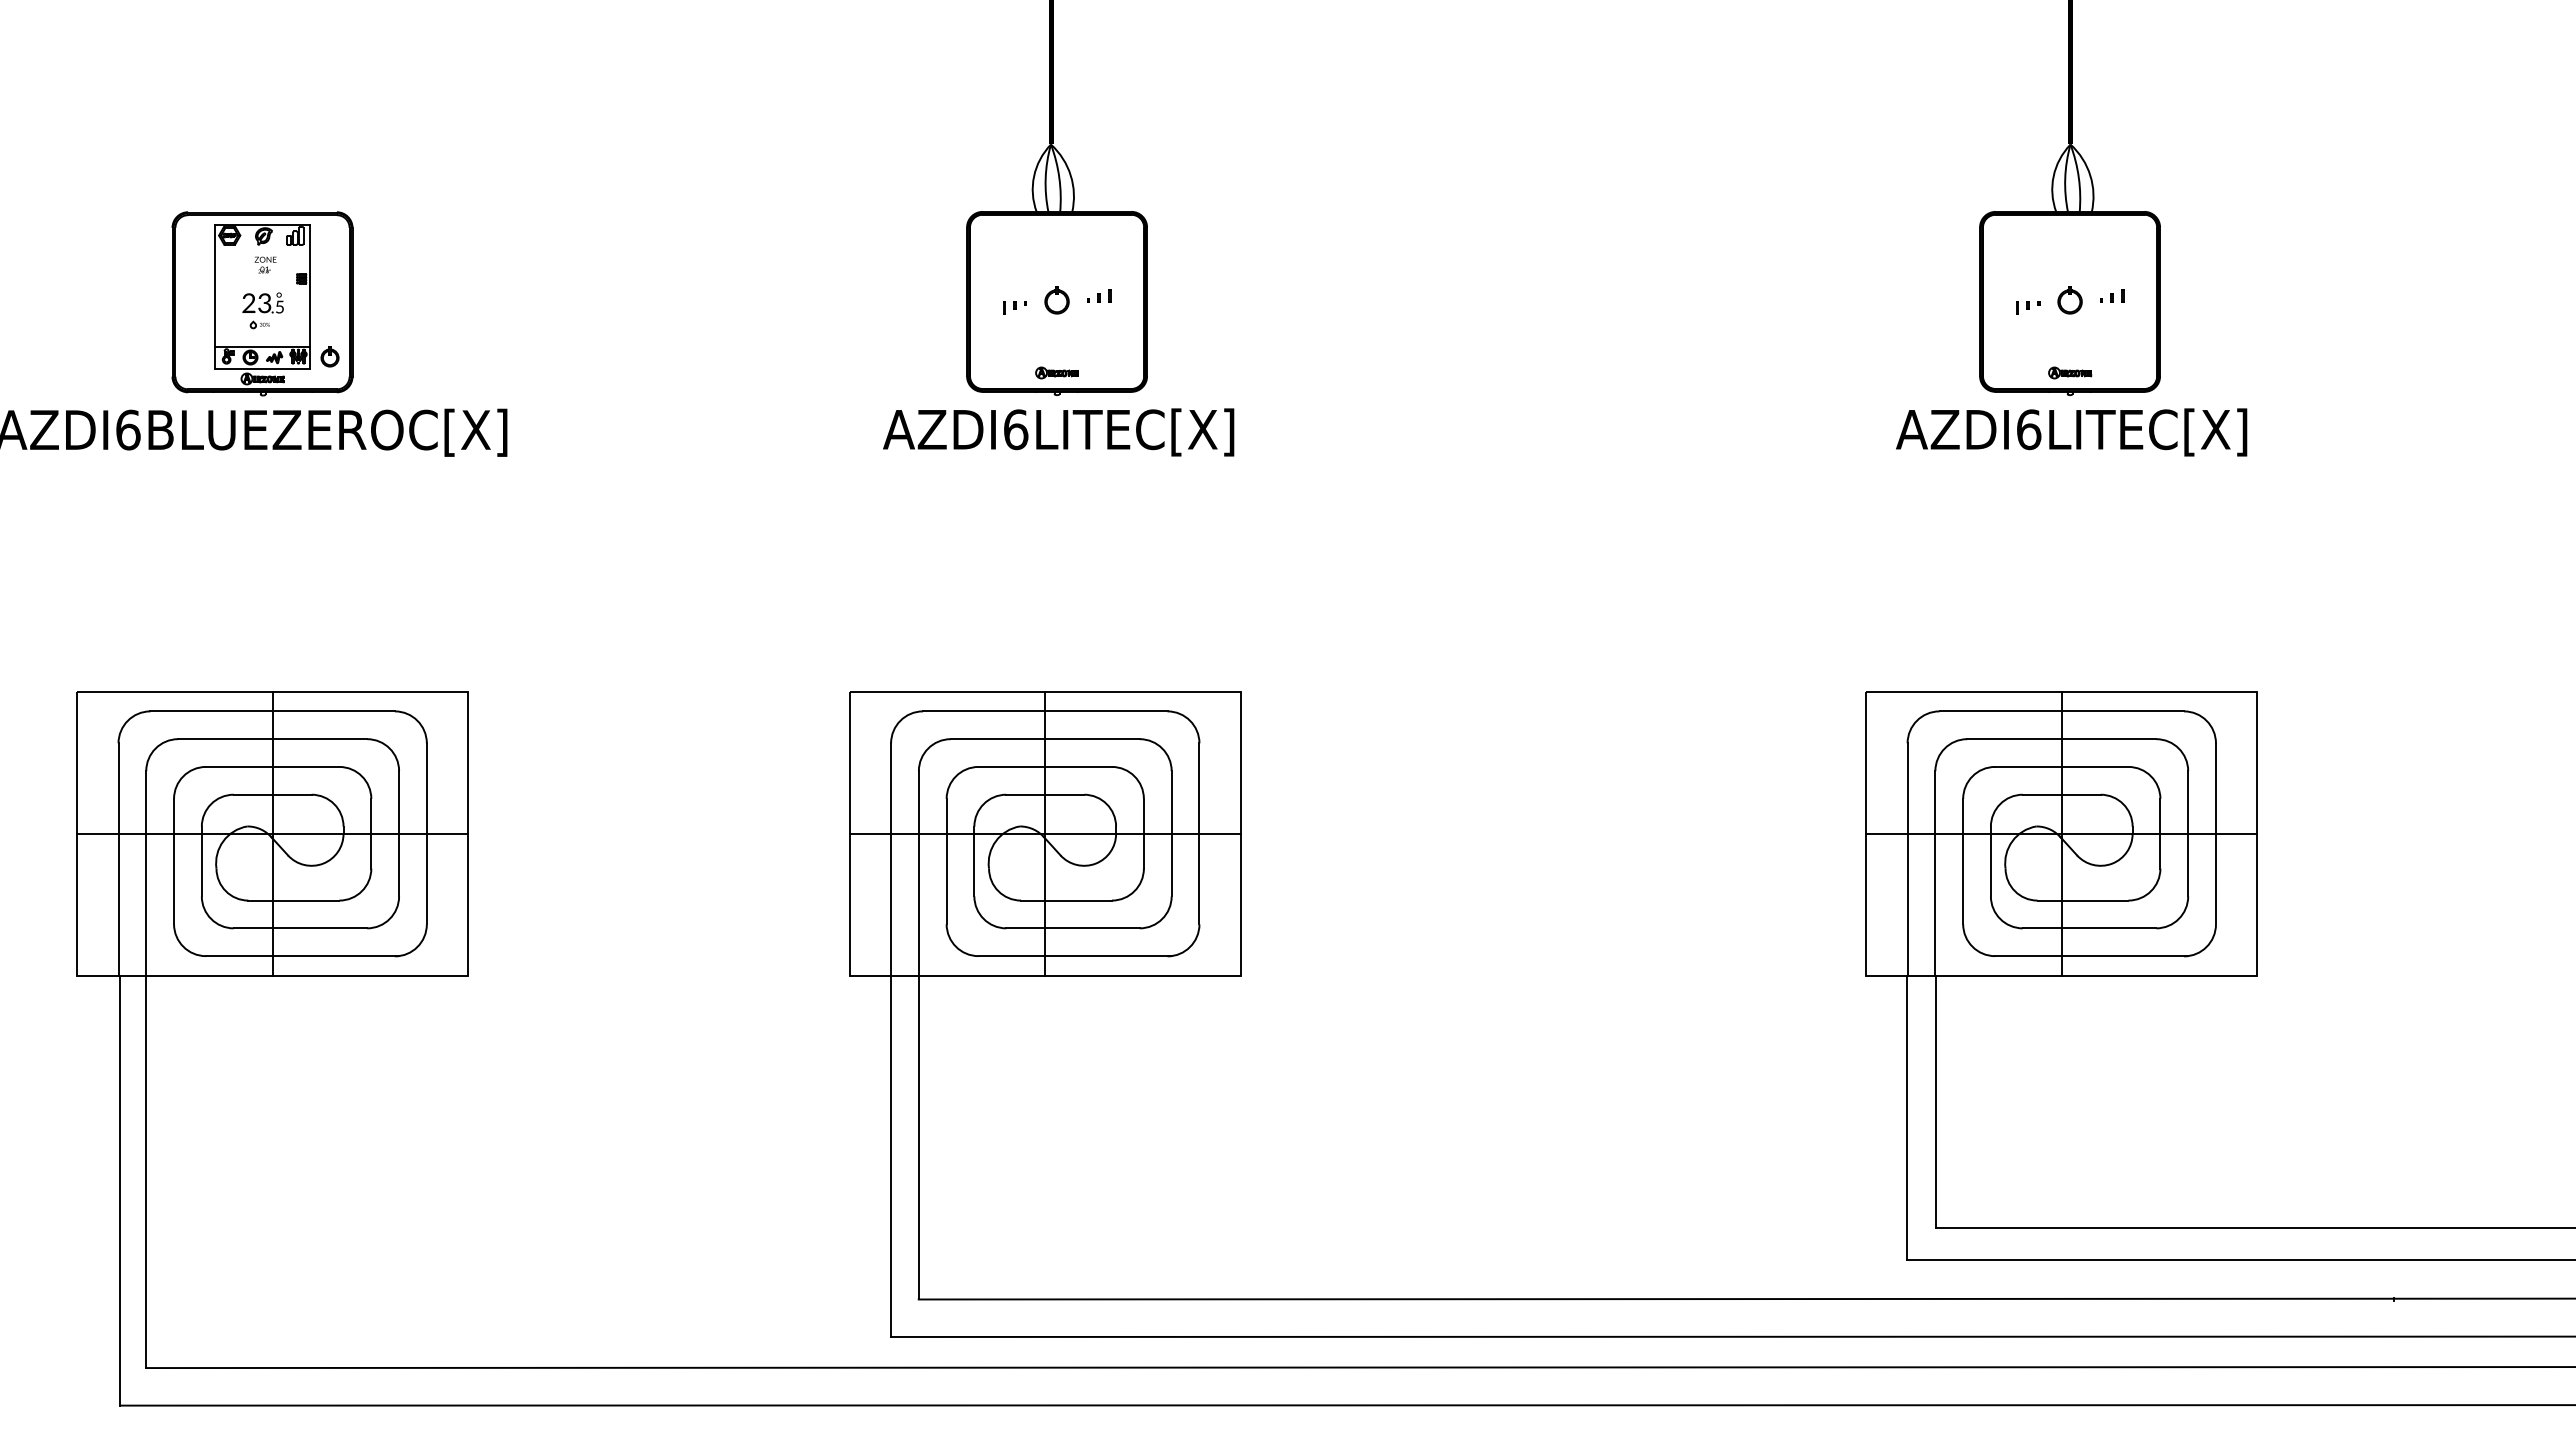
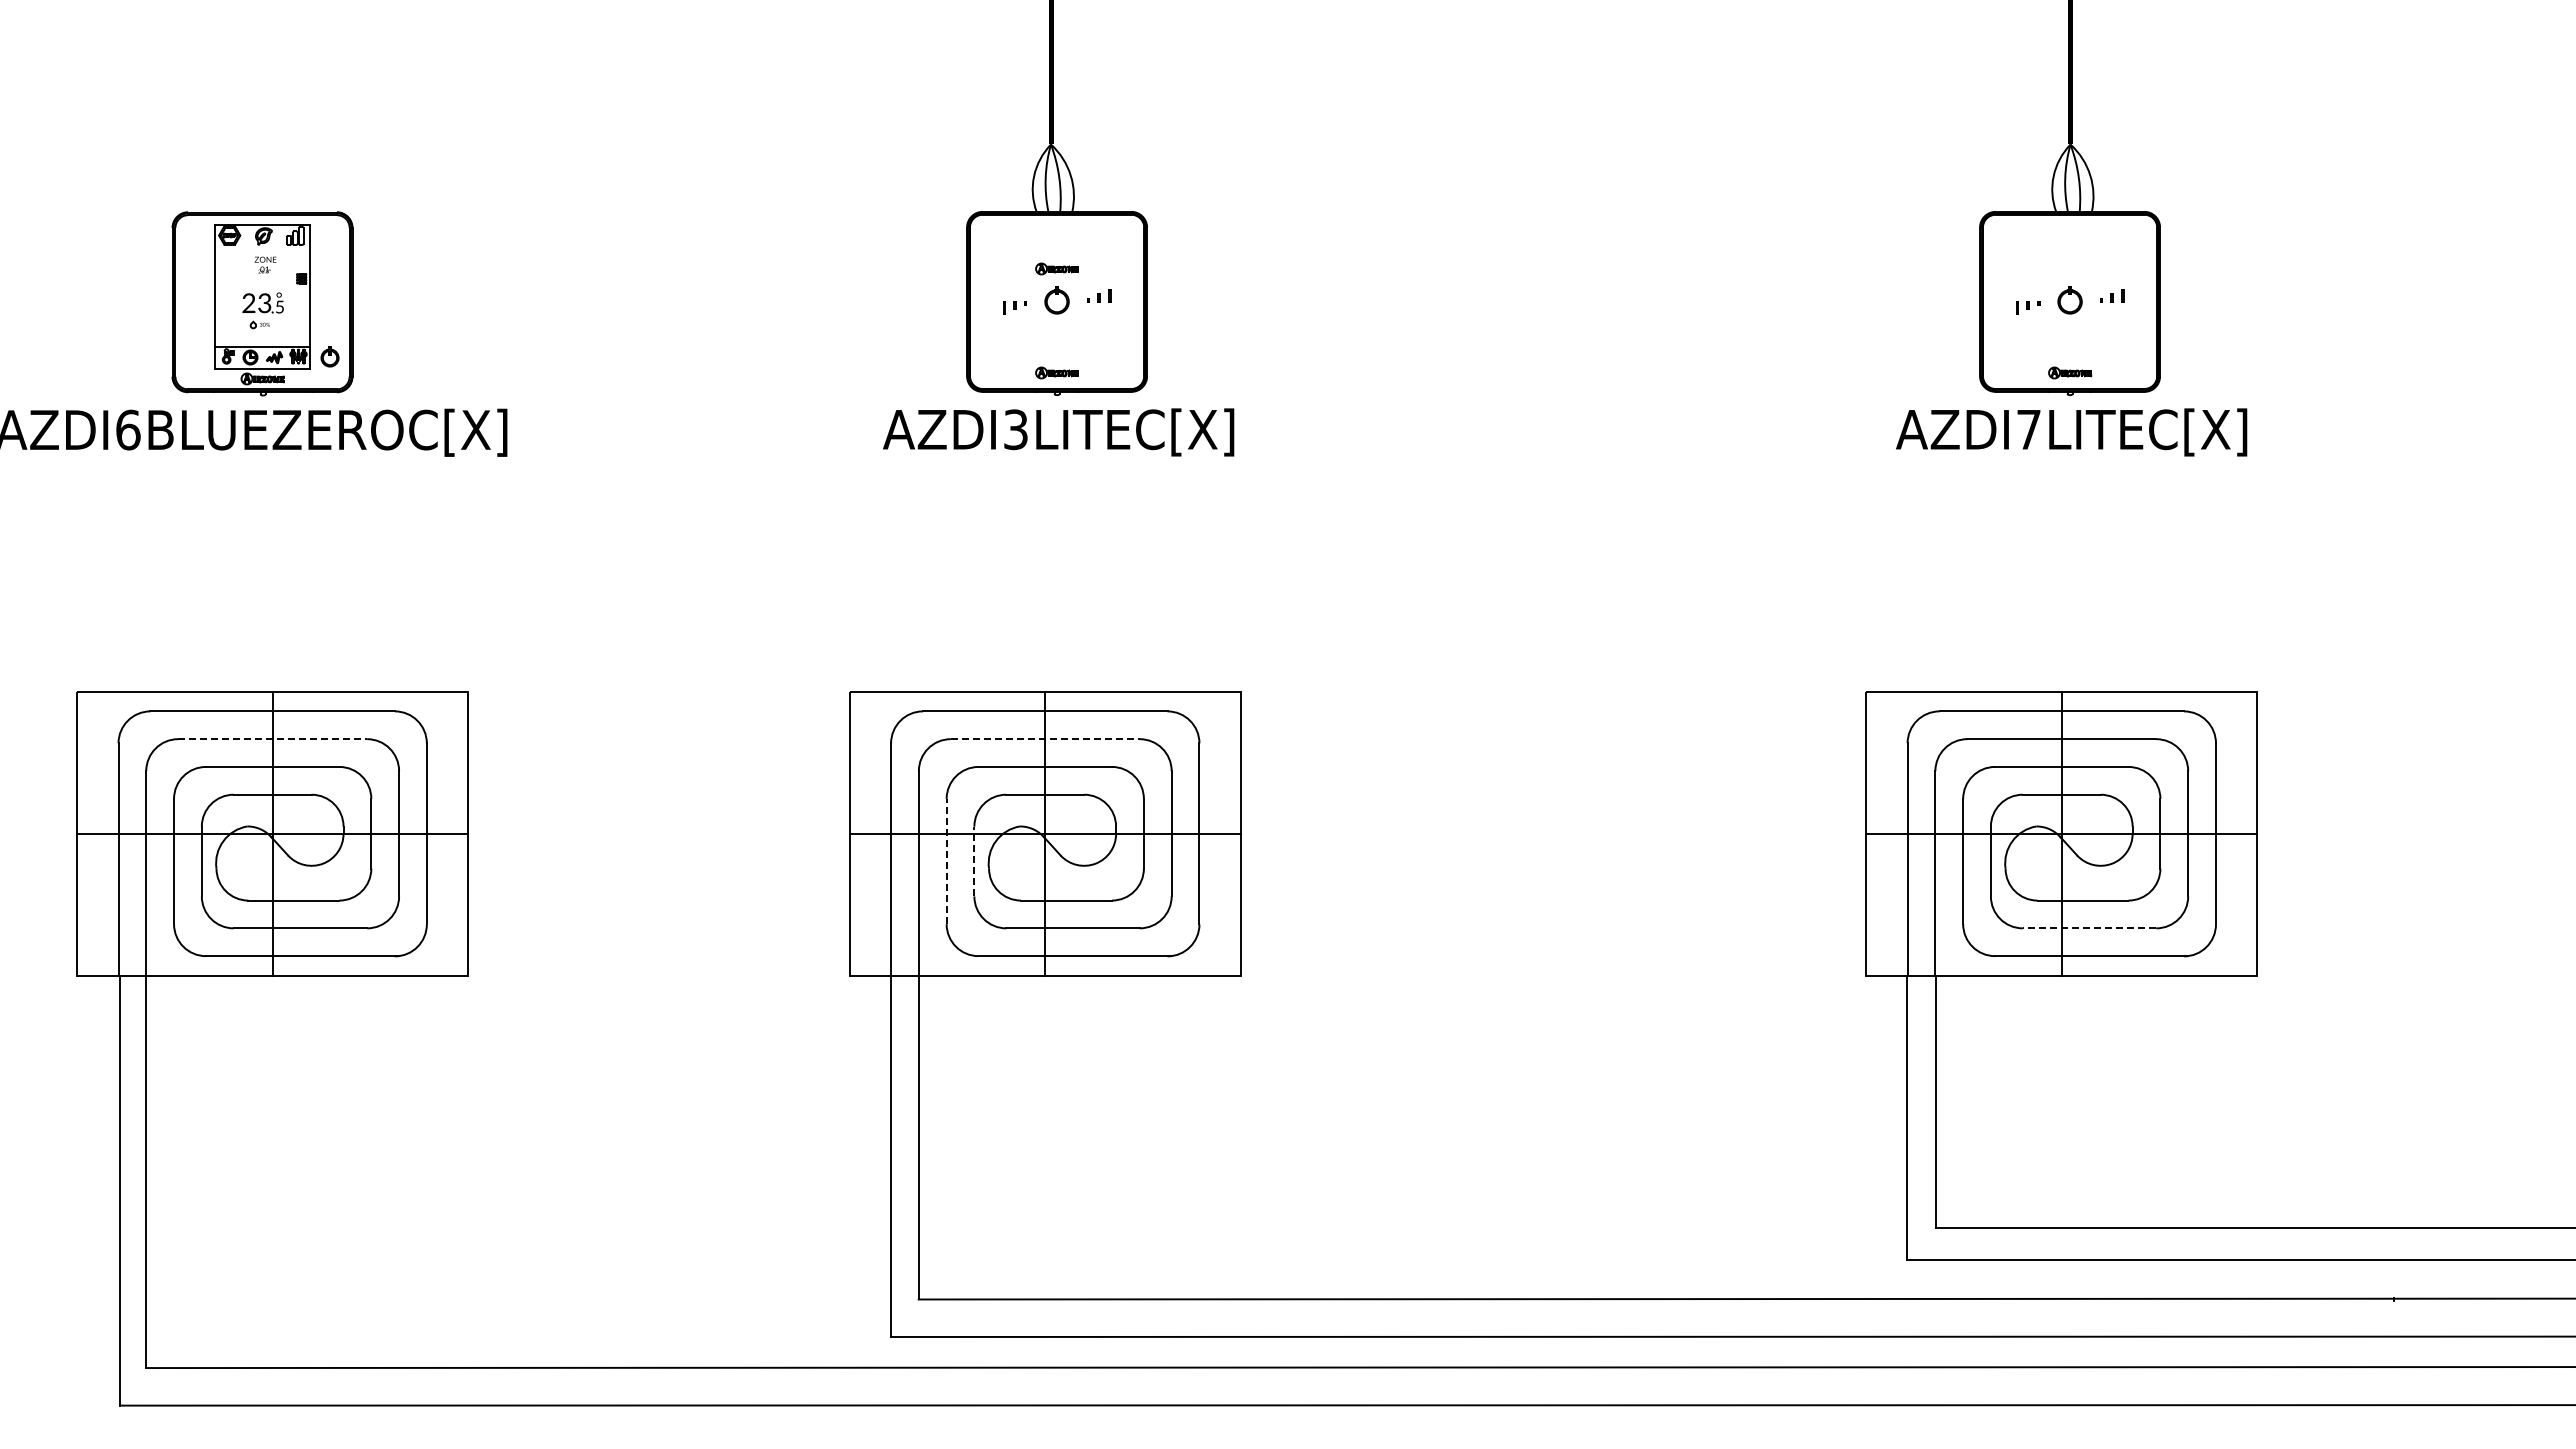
part at (1056, 268): none -> present
text at (1016, 429): AZDI6LITEC[X] -> AZDI3LITEC[X]
text at (2029, 429): AZDI6LITEC[X] -> AZDI7LITEC[X]
line at (273, 739): solid -> dashed
line at (1045, 739): solid -> dashed
line at (946, 861): solid -> dashed
line at (974, 861): solid -> dashed
line at (2089, 928): solid -> dashed
